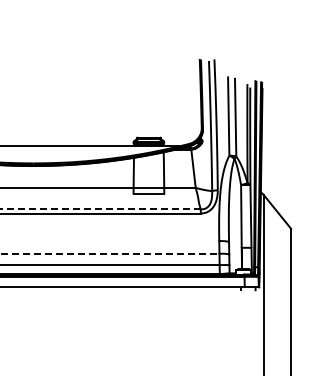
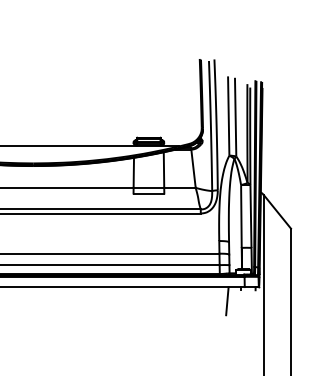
line at (100, 209): dashed -> solid
line at (110, 253): dashed -> solid
line at (227, 301): none -> present
